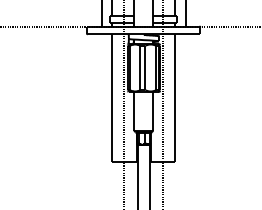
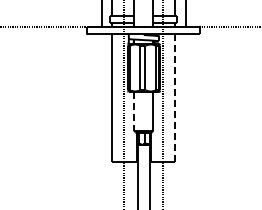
line at (175, 97): solid -> dashed
line at (134, 111): solid -> dashed
